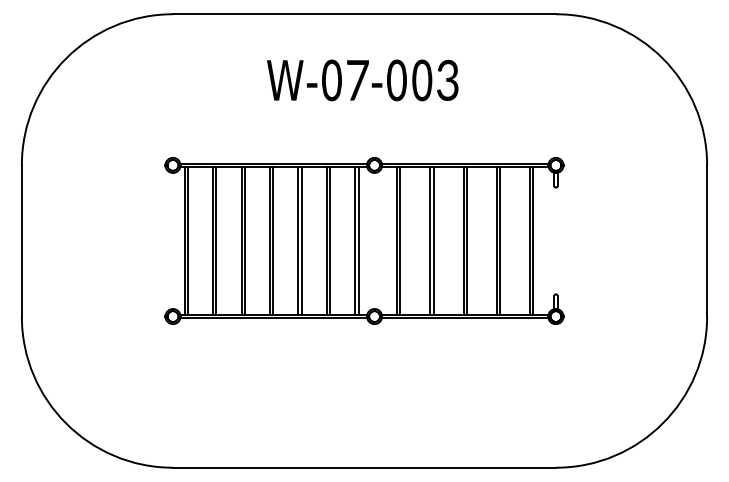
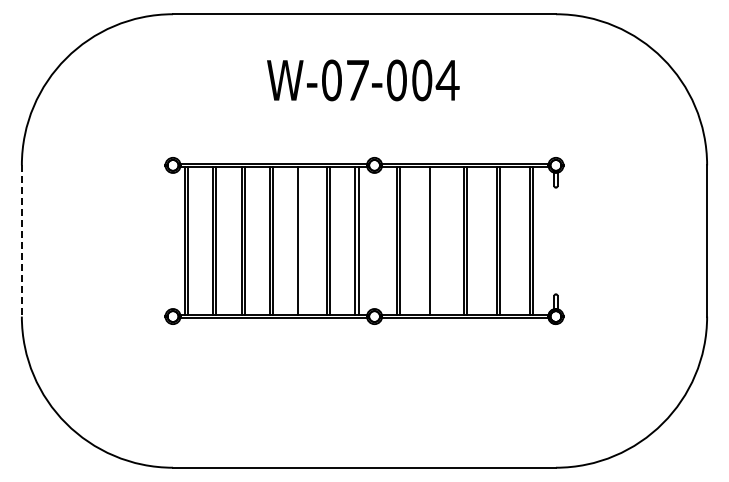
text at (447, 79): 3 -> 4
line at (301, 240): present -> none
line at (433, 240): present -> none
line at (21, 241): solid -> dashed
